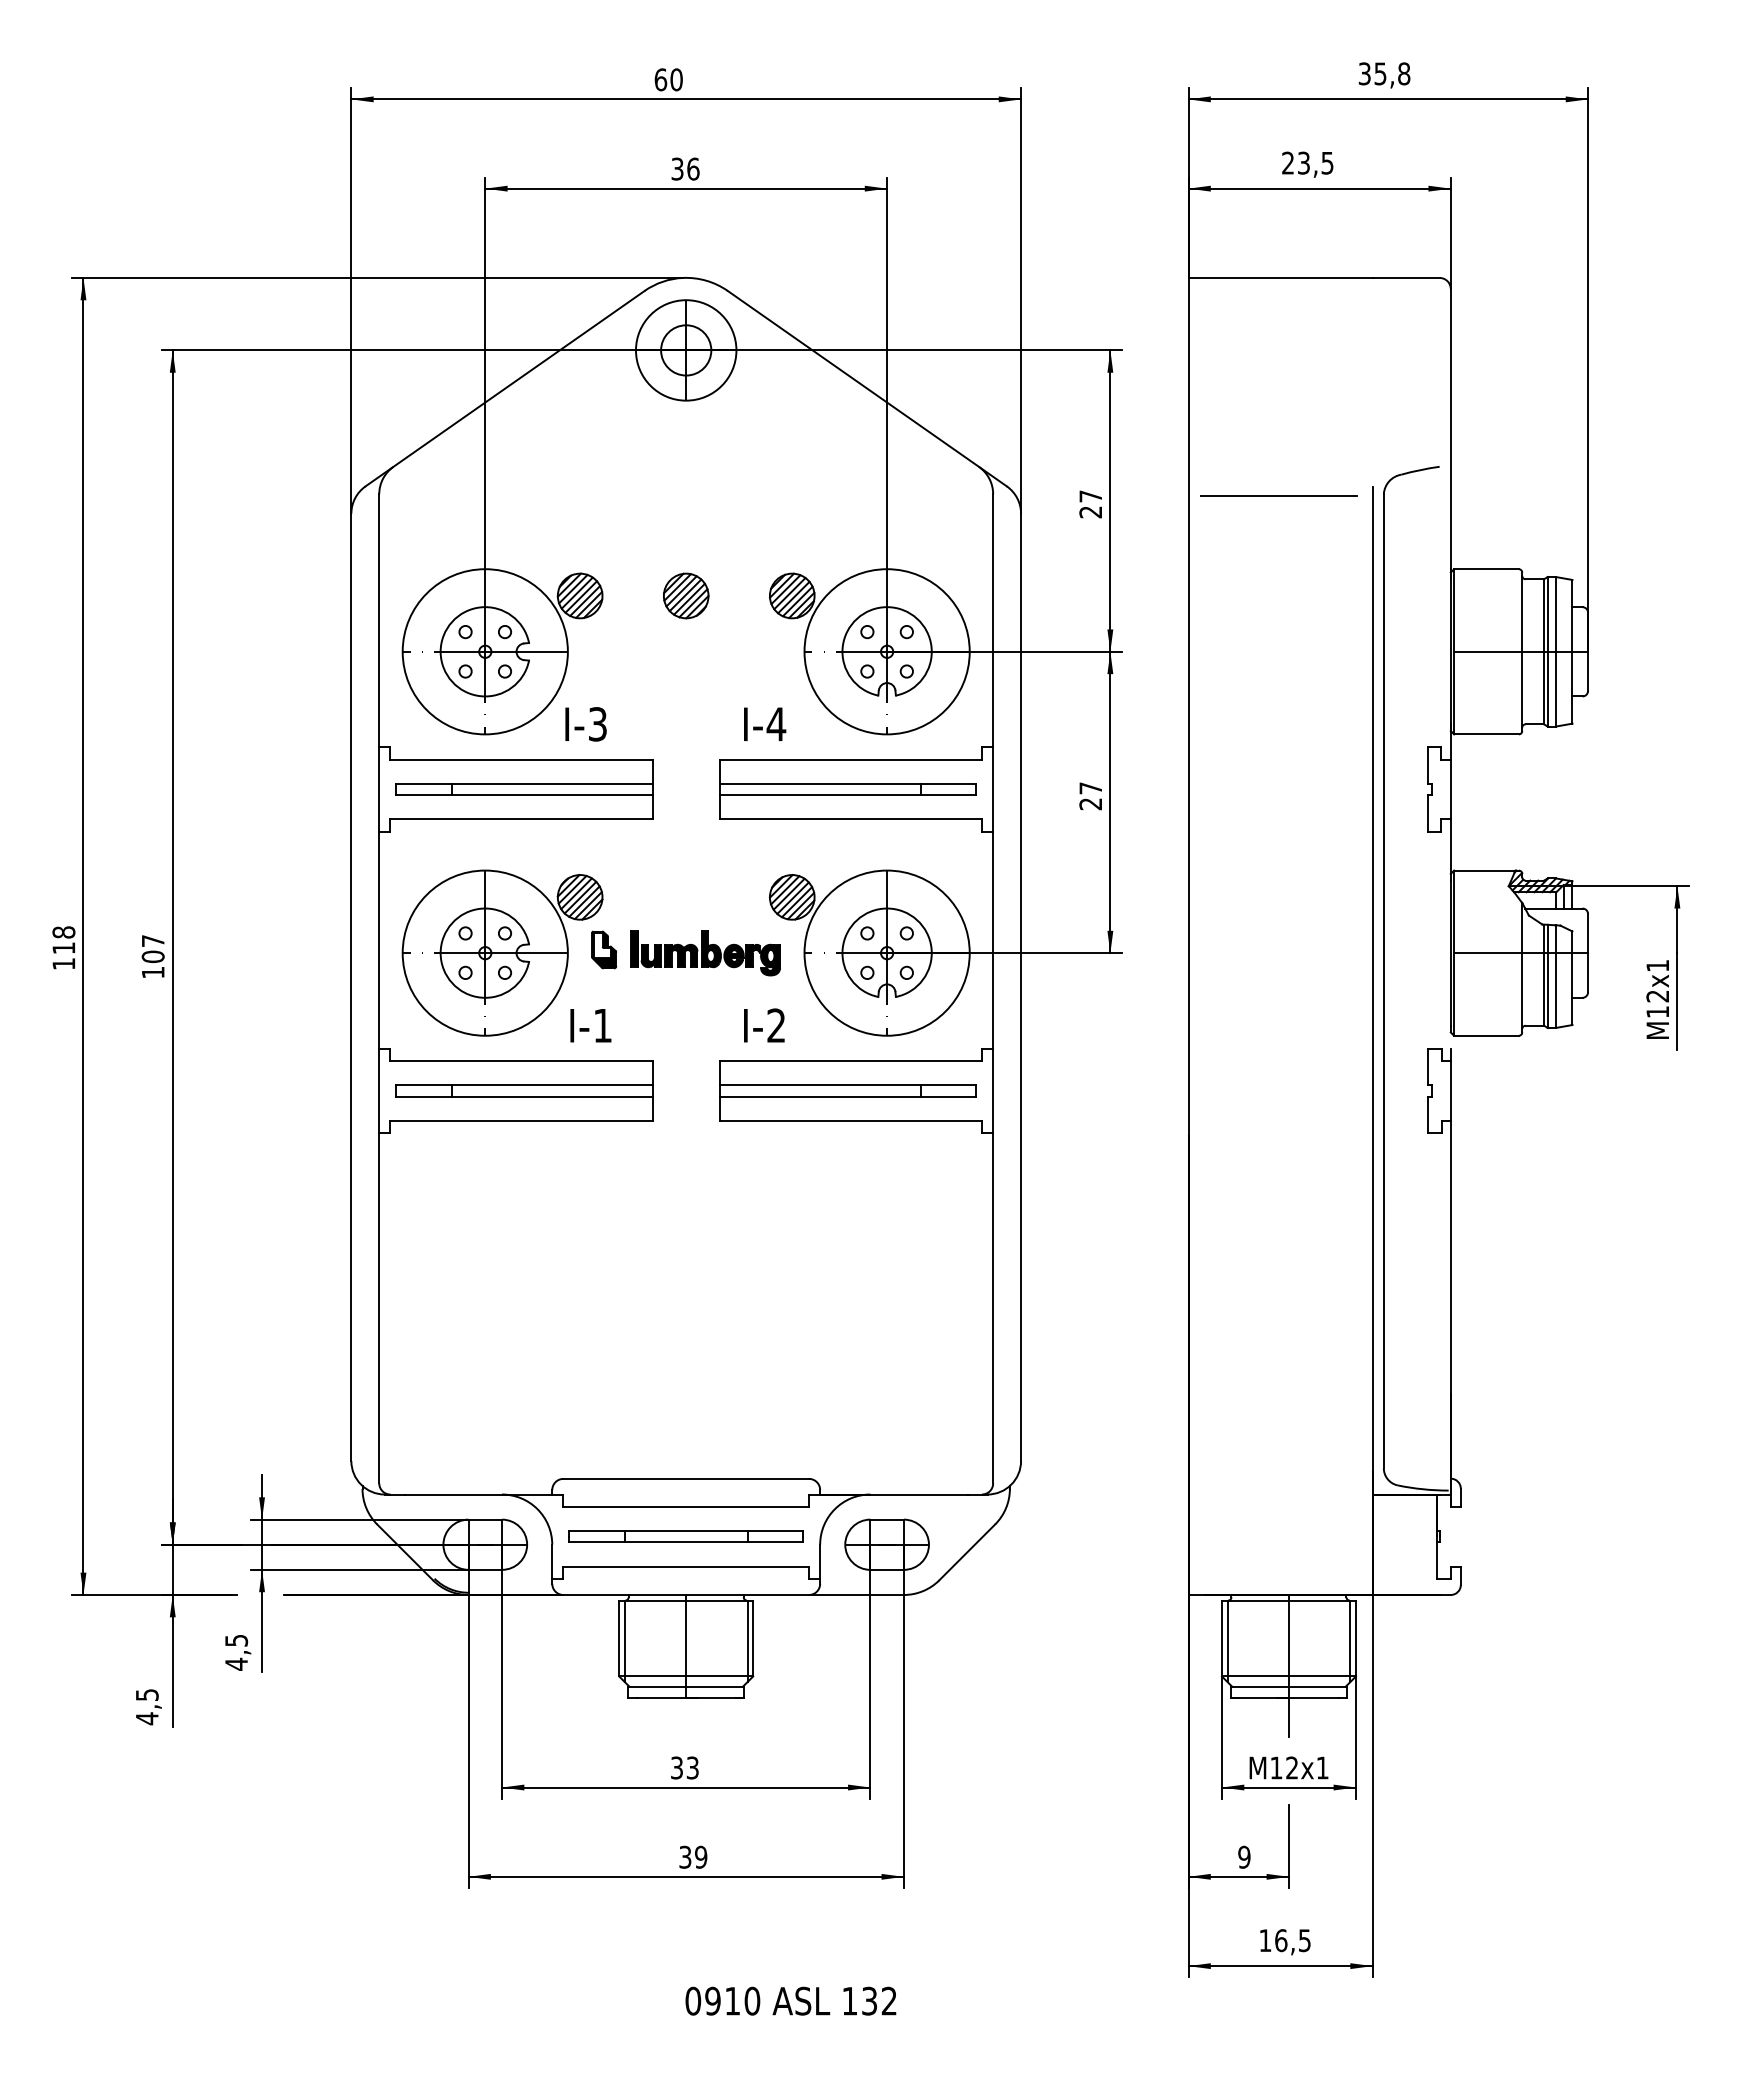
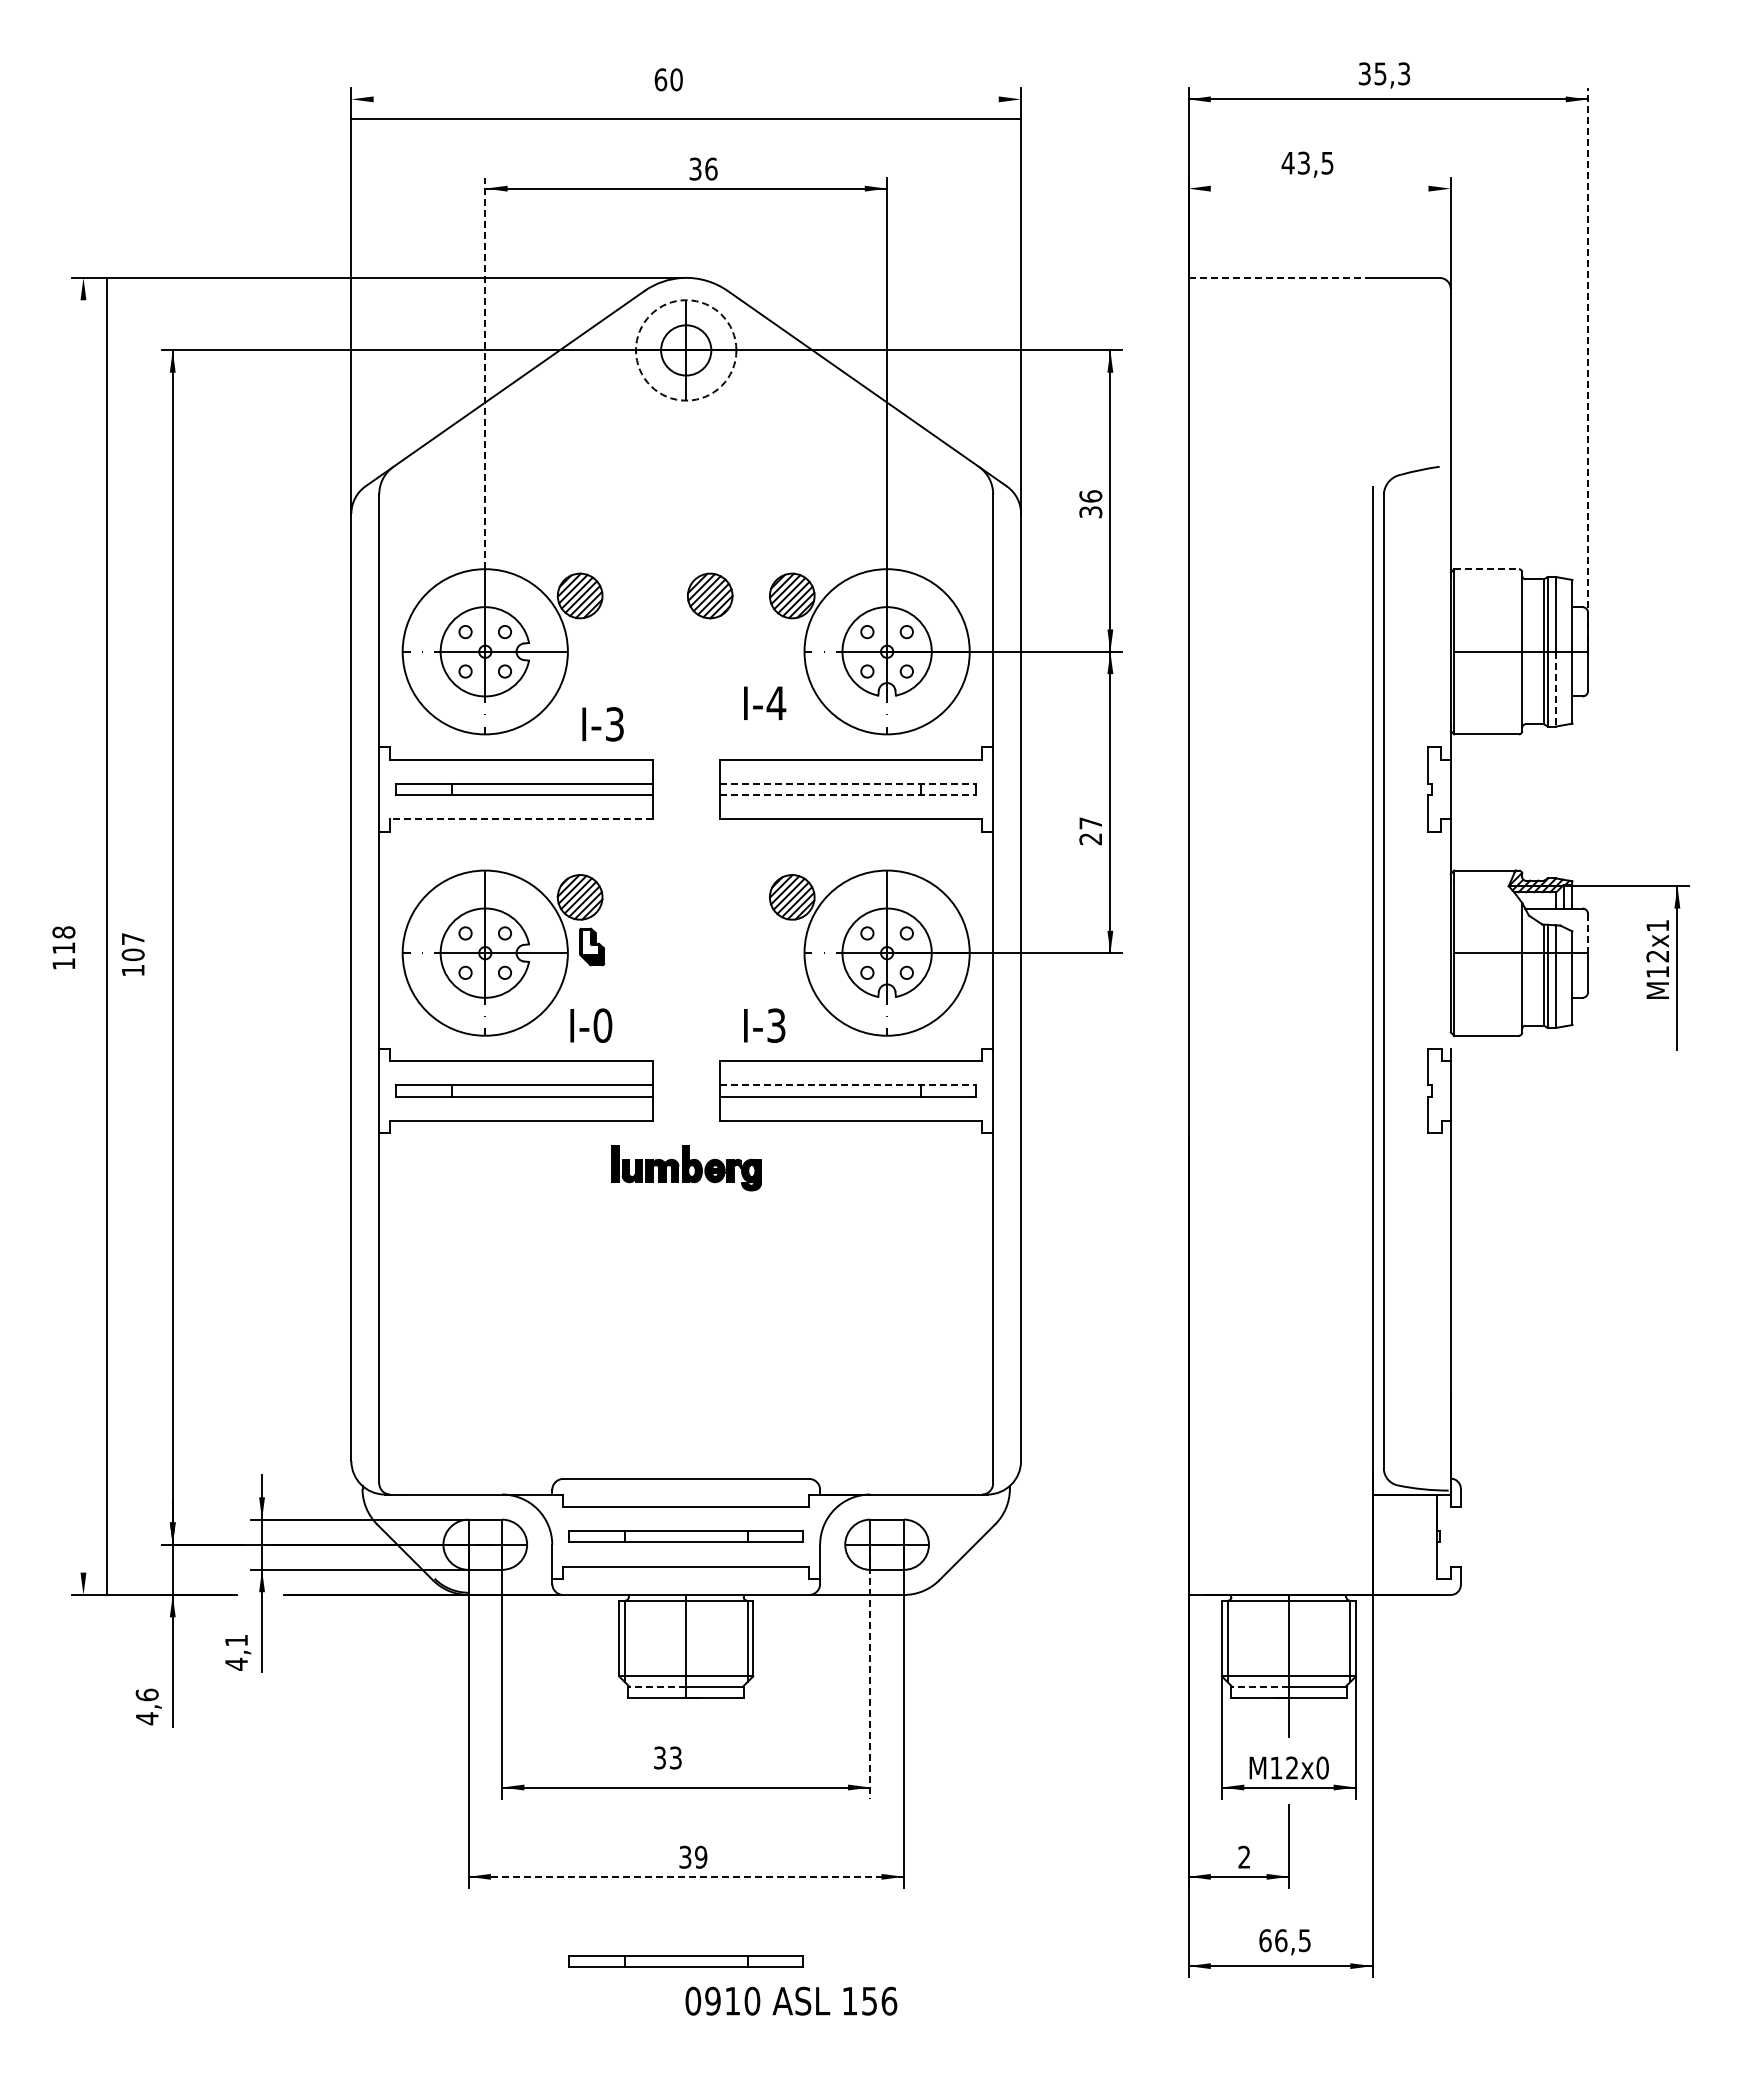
text at (1404, 73): 35,8 -> 35,3
line at (686, 99) position: (686, 99) -> (686, 119)
text at (1287, 162): 23,5 -> 43,5
text at (685, 168) position: (685, 168) -> (703, 168)
line at (1319, 188): present -> none
line at (1281, 277): solid -> dashed
circle at (685, 350): solid -> dashed
line at (1588, 370): solid -> dashed
line at (485, 373): solid -> dashed
line at (1278, 496): present -> none
text at (1090, 504): 27 -> 36
line at (1487, 569): solid -> dashed
part at (686, 595) position: (686, 595) -> (710, 595)
line at (1555, 689): solid -> dashed
text at (765, 723) position: (765, 723) -> (765, 702)
text at (585, 724) position: (585, 724) -> (602, 724)
line at (848, 784): solid -> dashed
line at (848, 795): solid -> dashed
text at (1090, 796) position: (1090, 796) -> (1090, 831)
line at (521, 819): solid -> dashed
line at (1588, 933): solid -> dashed
line at (83, 935) position: (83, 935) -> (107, 935)
part at (604, 949) position: (604, 949) -> (592, 946)
part at (705, 953) position: (705, 953) -> (686, 1168)
text at (152, 956) position: (152, 956) -> (132, 954)
text at (1657, 999) position: (1657, 999) -> (1657, 959)
text at (602, 1025): I-1 -> I-0
text at (776, 1025): I-2 -> I-3
line at (848, 1085): solid -> dashed
text at (236, 1640): 4,5 -> 4,1
line at (870, 1671): solid -> dashed
line at (657, 1686): solid -> dashed
line at (1259, 1686): solid -> dashed
text at (146, 1694): 4,5 -> 4,6
text at (684, 1767) position: (684, 1767) -> (667, 1757)
text at (1322, 1767): M12x1 -> M12x0
text at (1244, 1856): 9 -> 2
line at (686, 1876): solid -> dashed
text at (1265, 1940): 16,5 -> 66,5
part at (685, 1961): none -> present
text at (879, 2000): 132 -> 156
